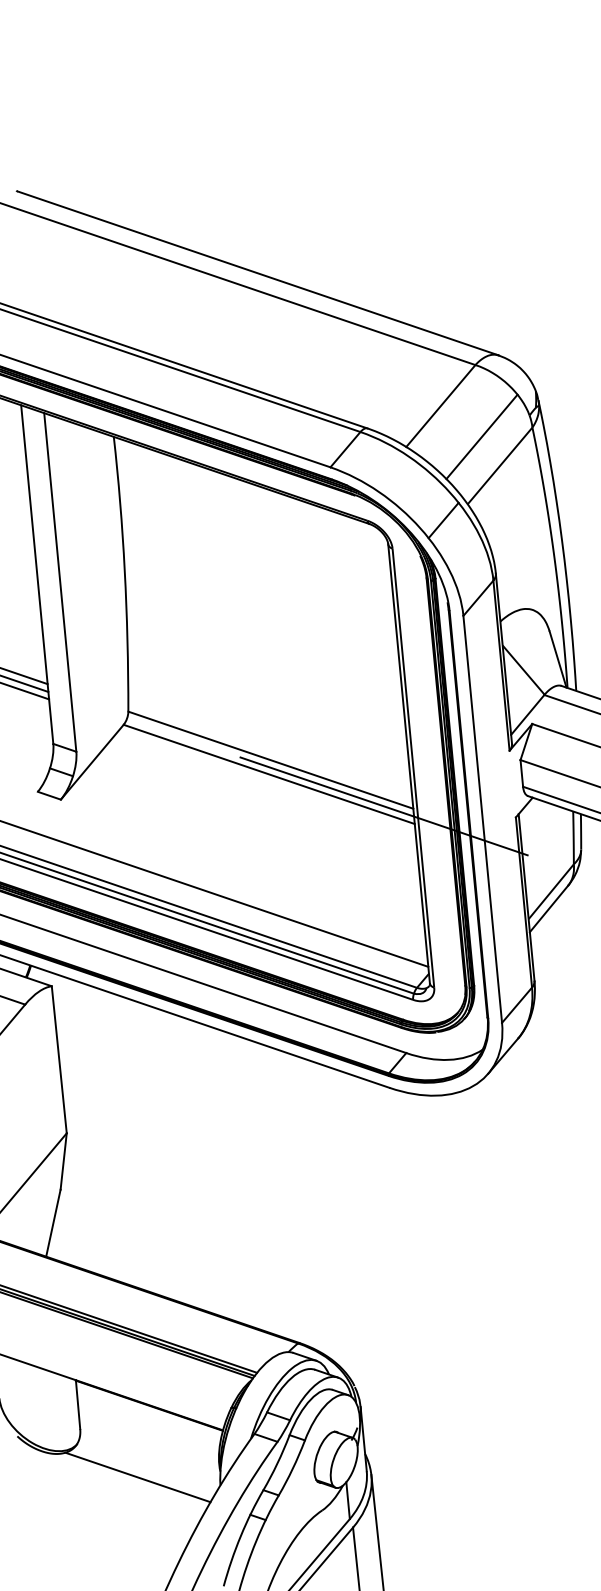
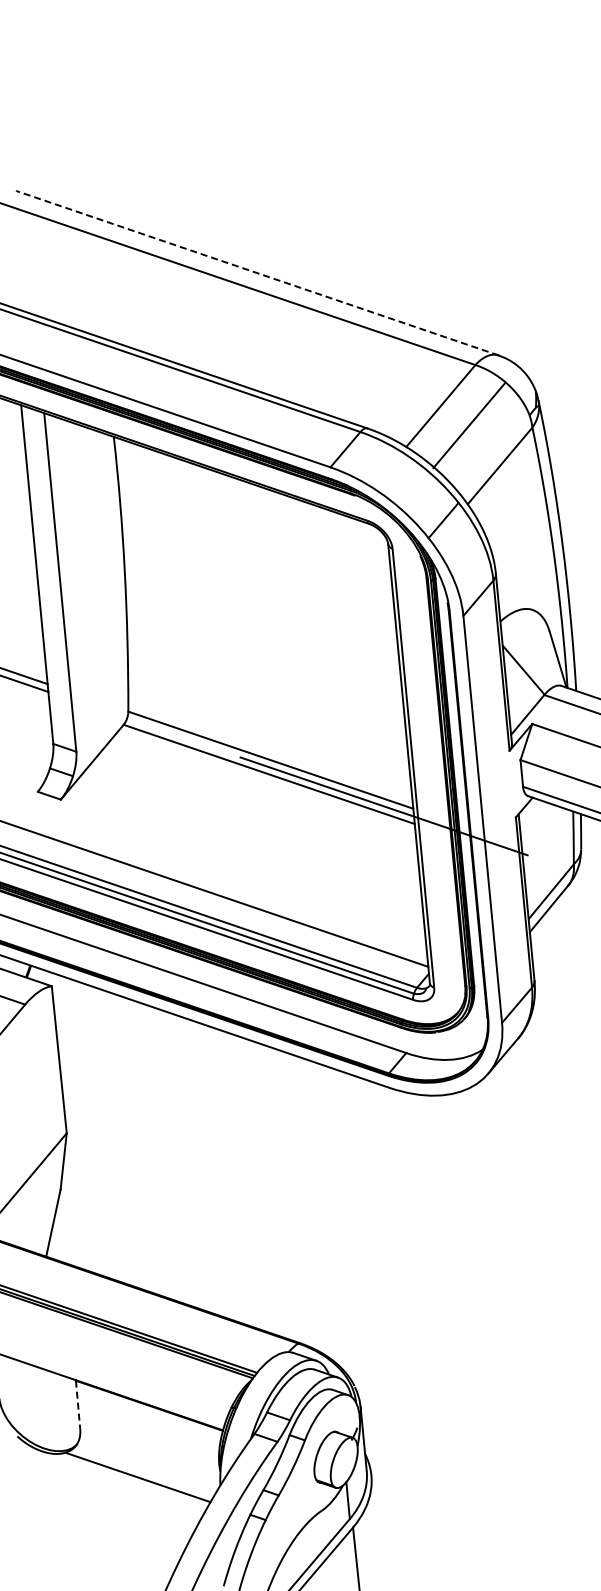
line at (257, 273): solid -> dashed
line at (481, 436) position: (481, 436) -> (468, 425)
line at (25, 691): present -> none
line at (78, 1405): solid -> dashed
line at (377, 1531): present -> none
